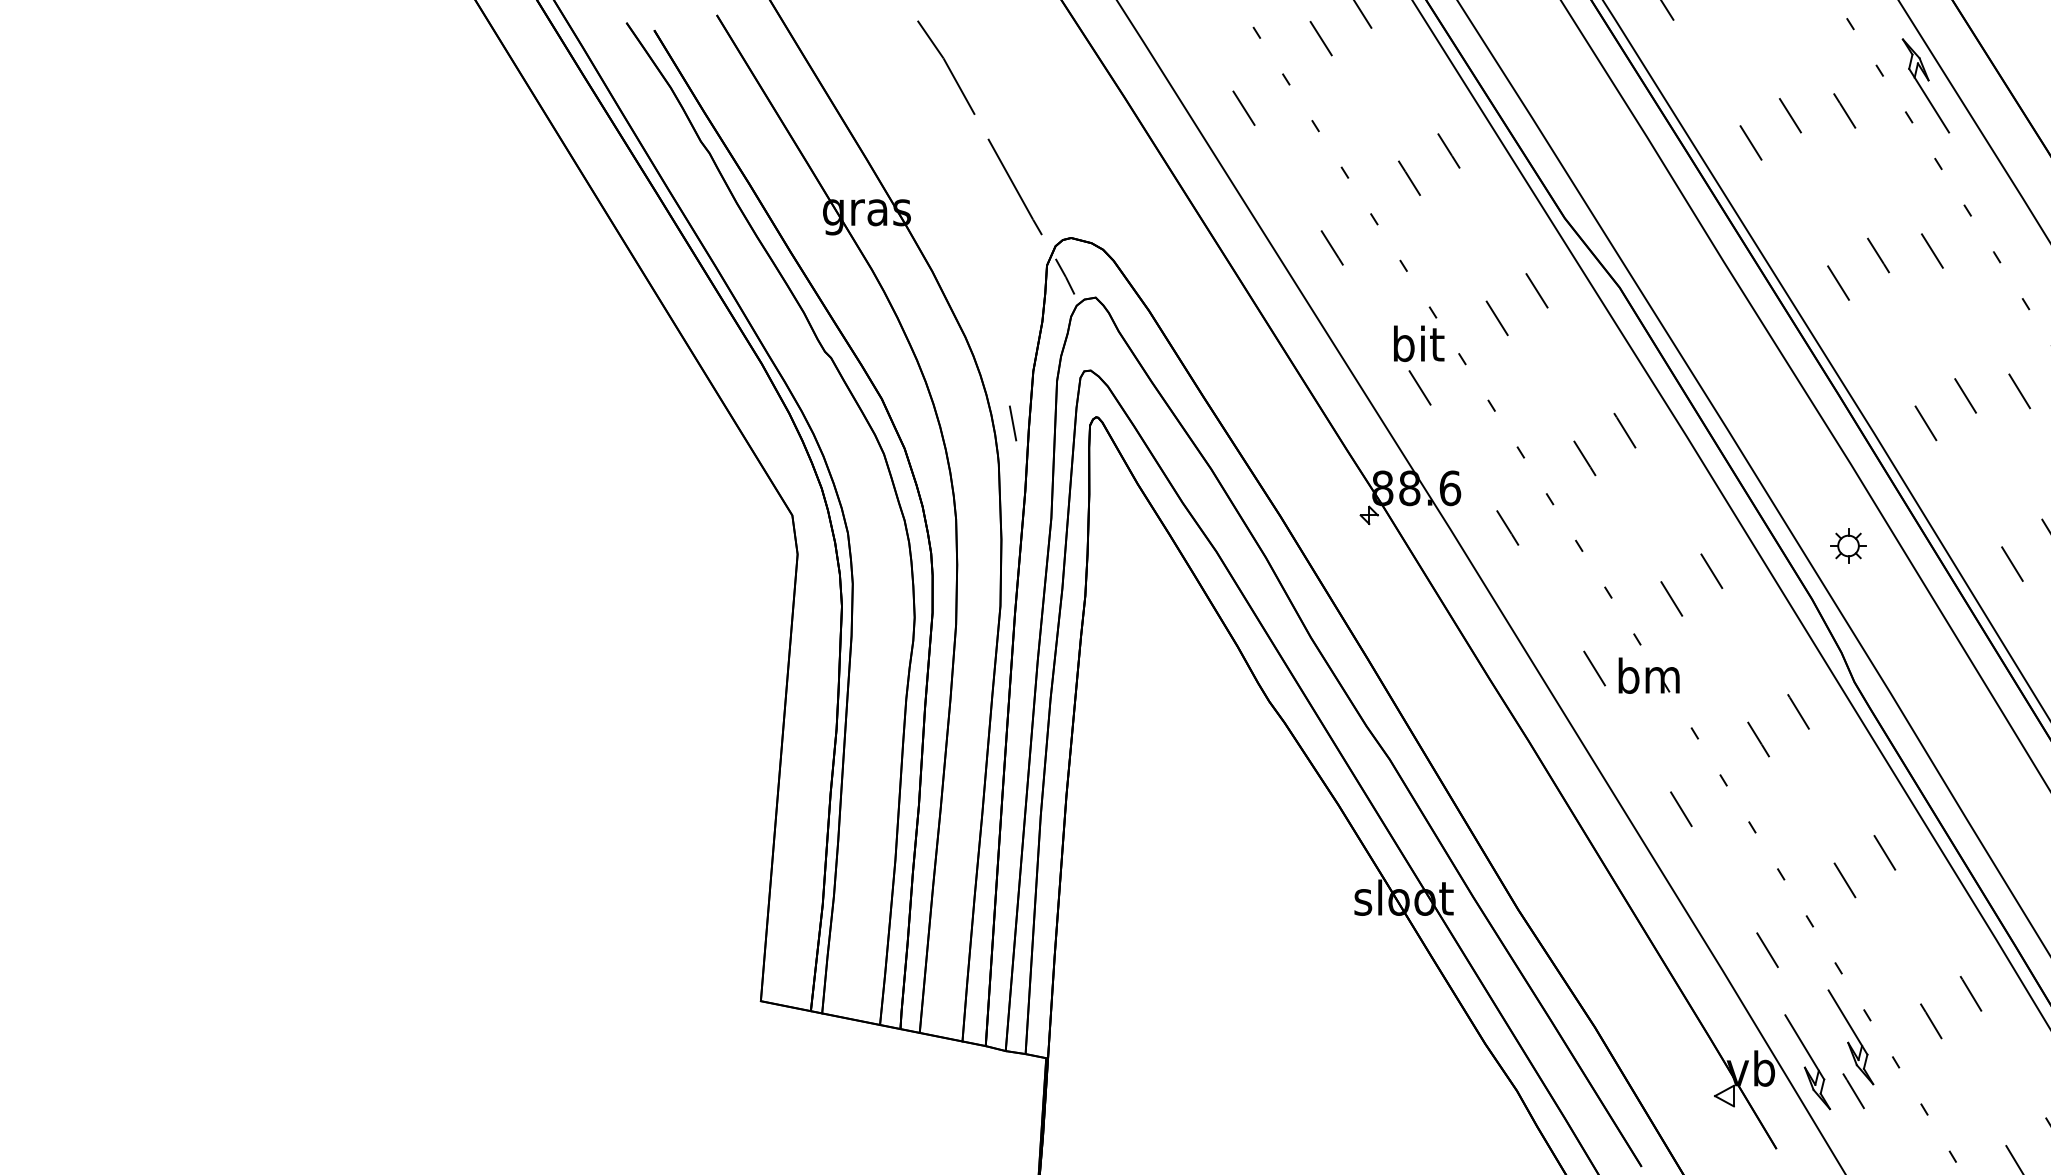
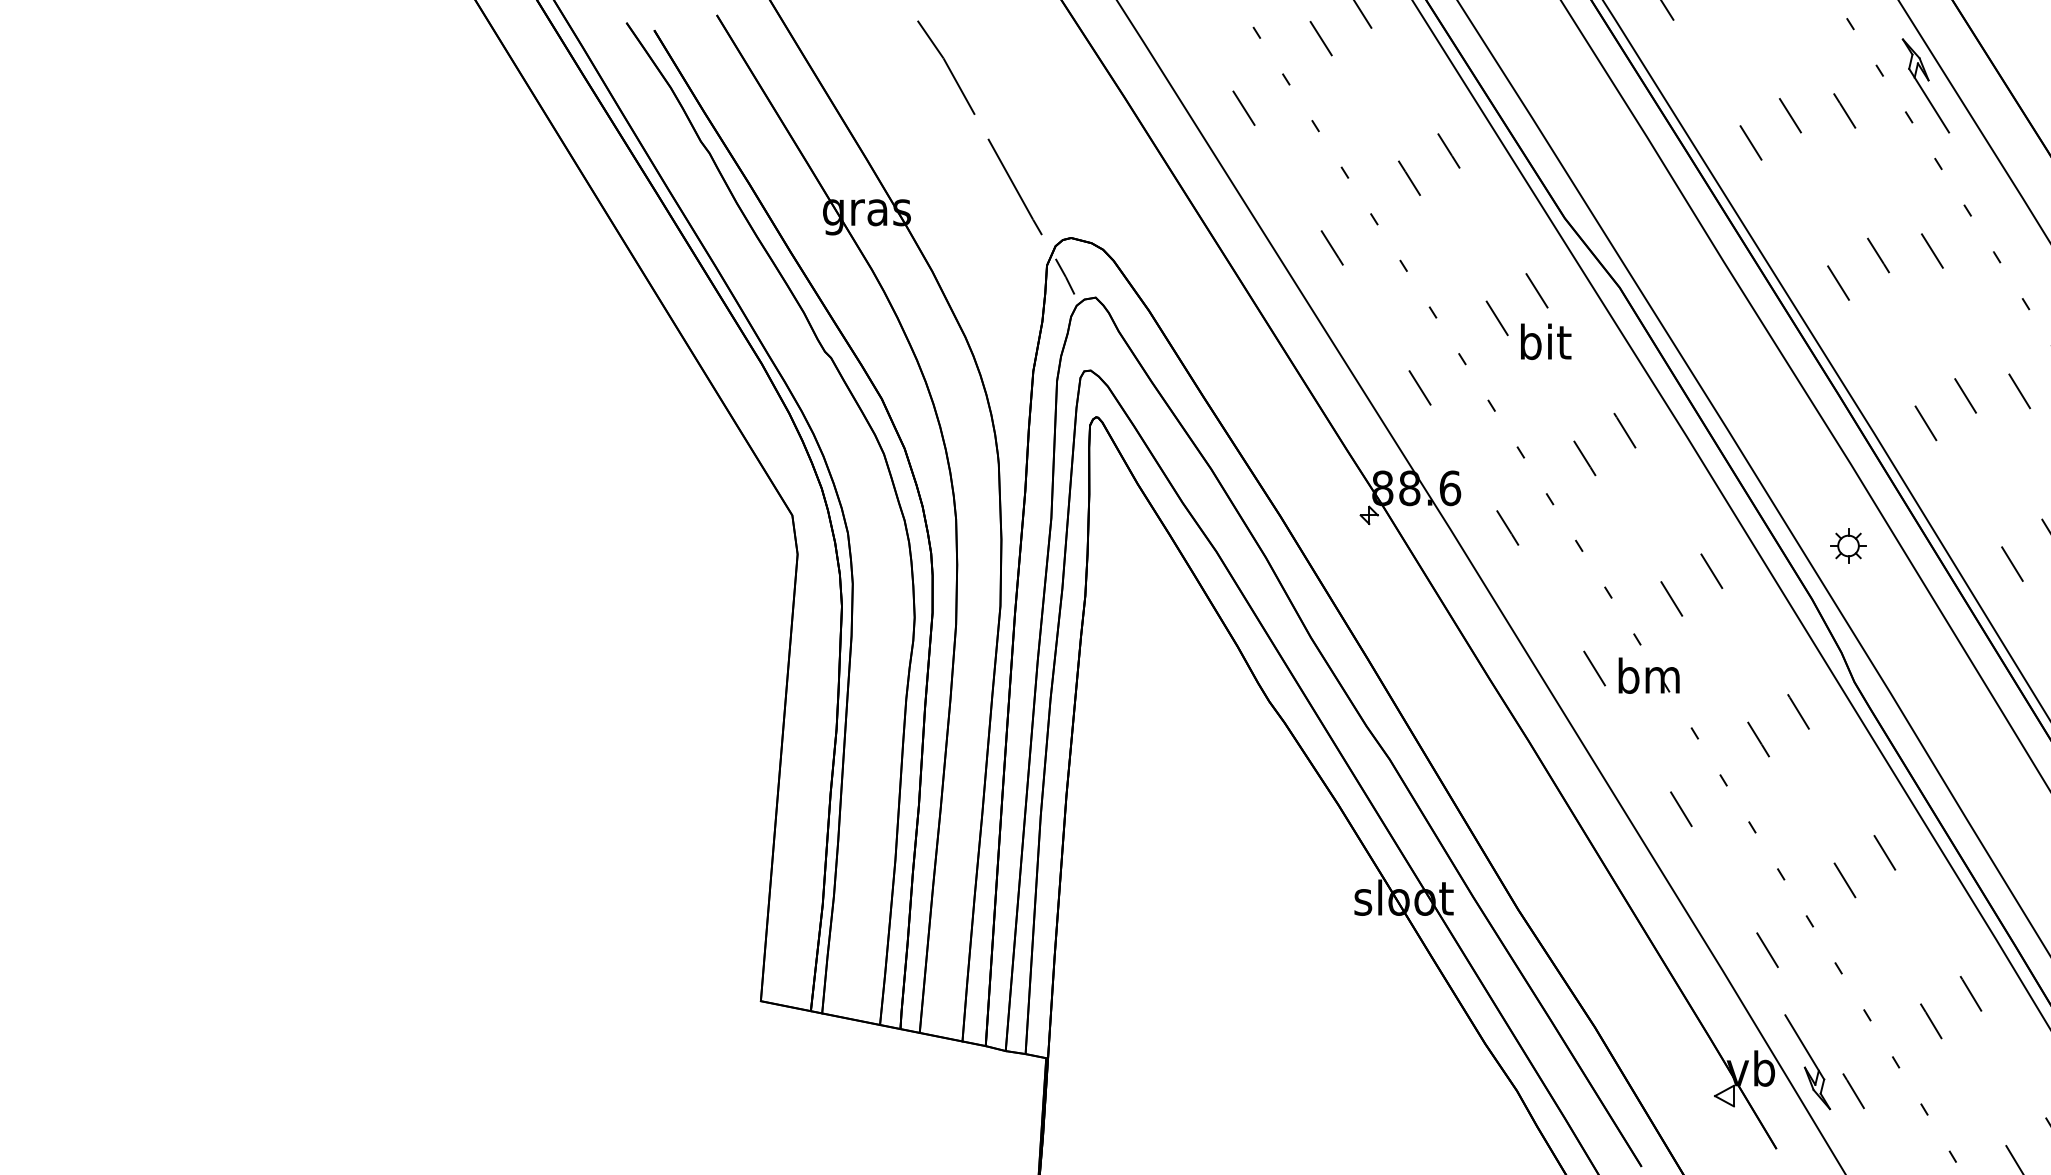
text at (1419, 343) position: (1419, 343) -> (1546, 341)
line at (1012, 423): present -> none
part at (1850, 1037): present -> none
